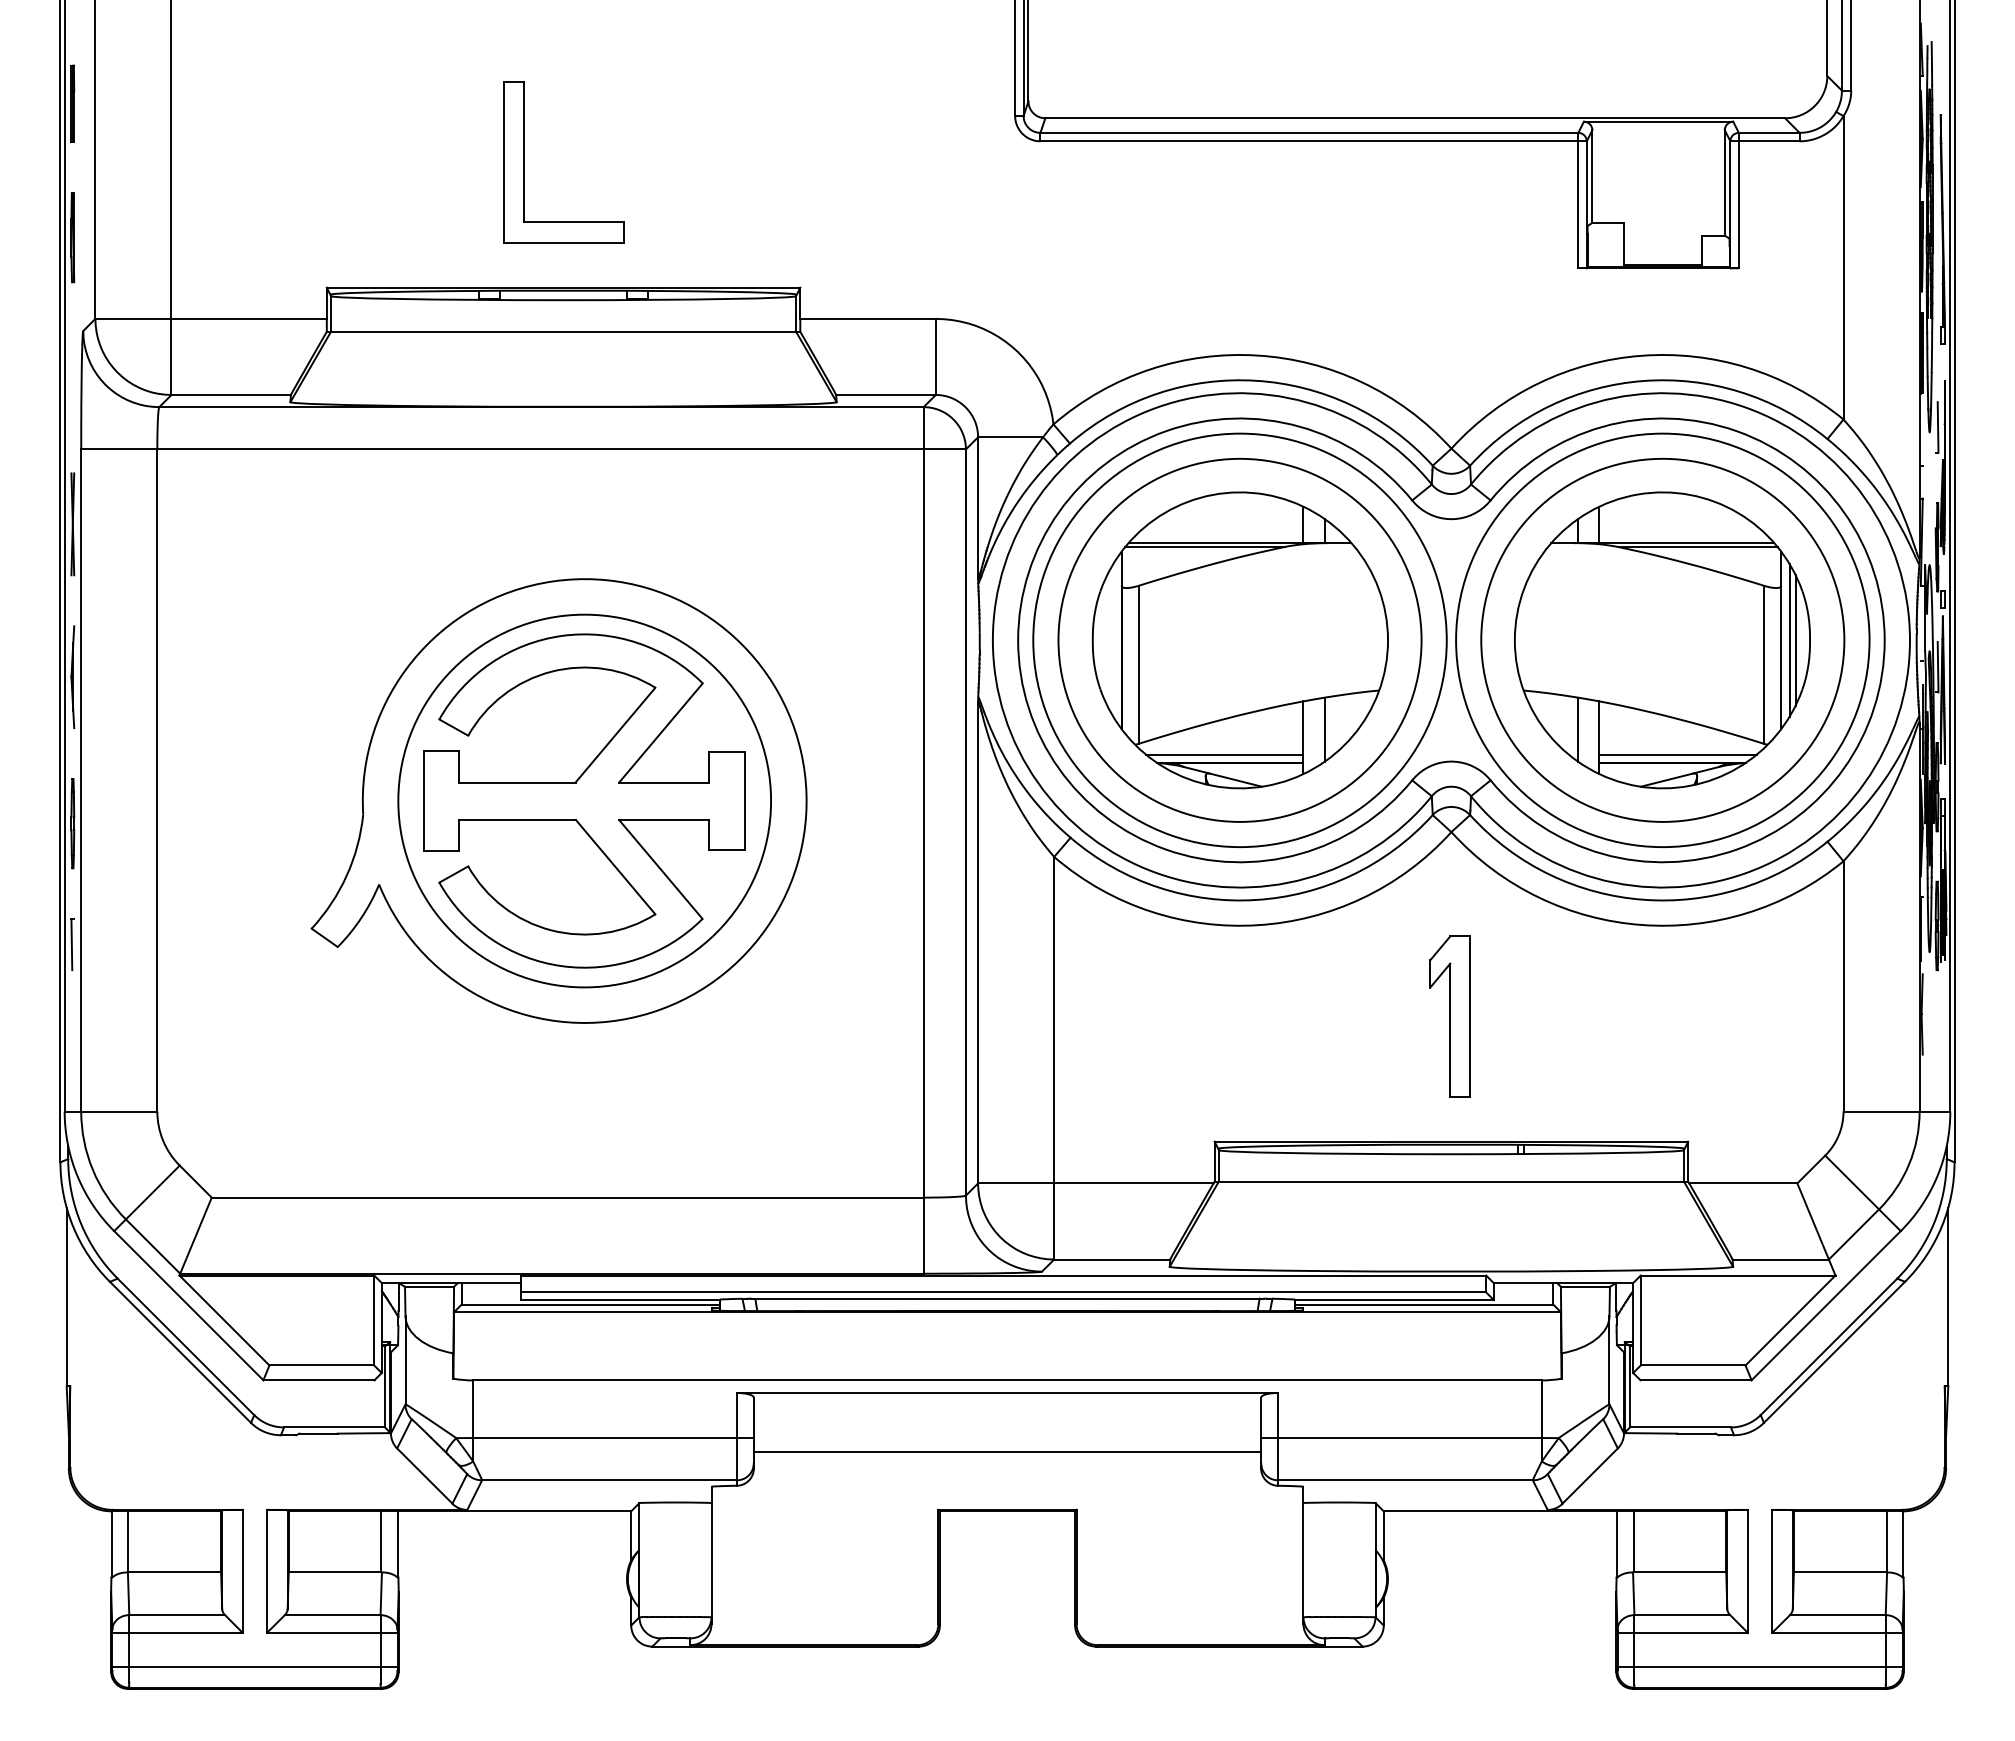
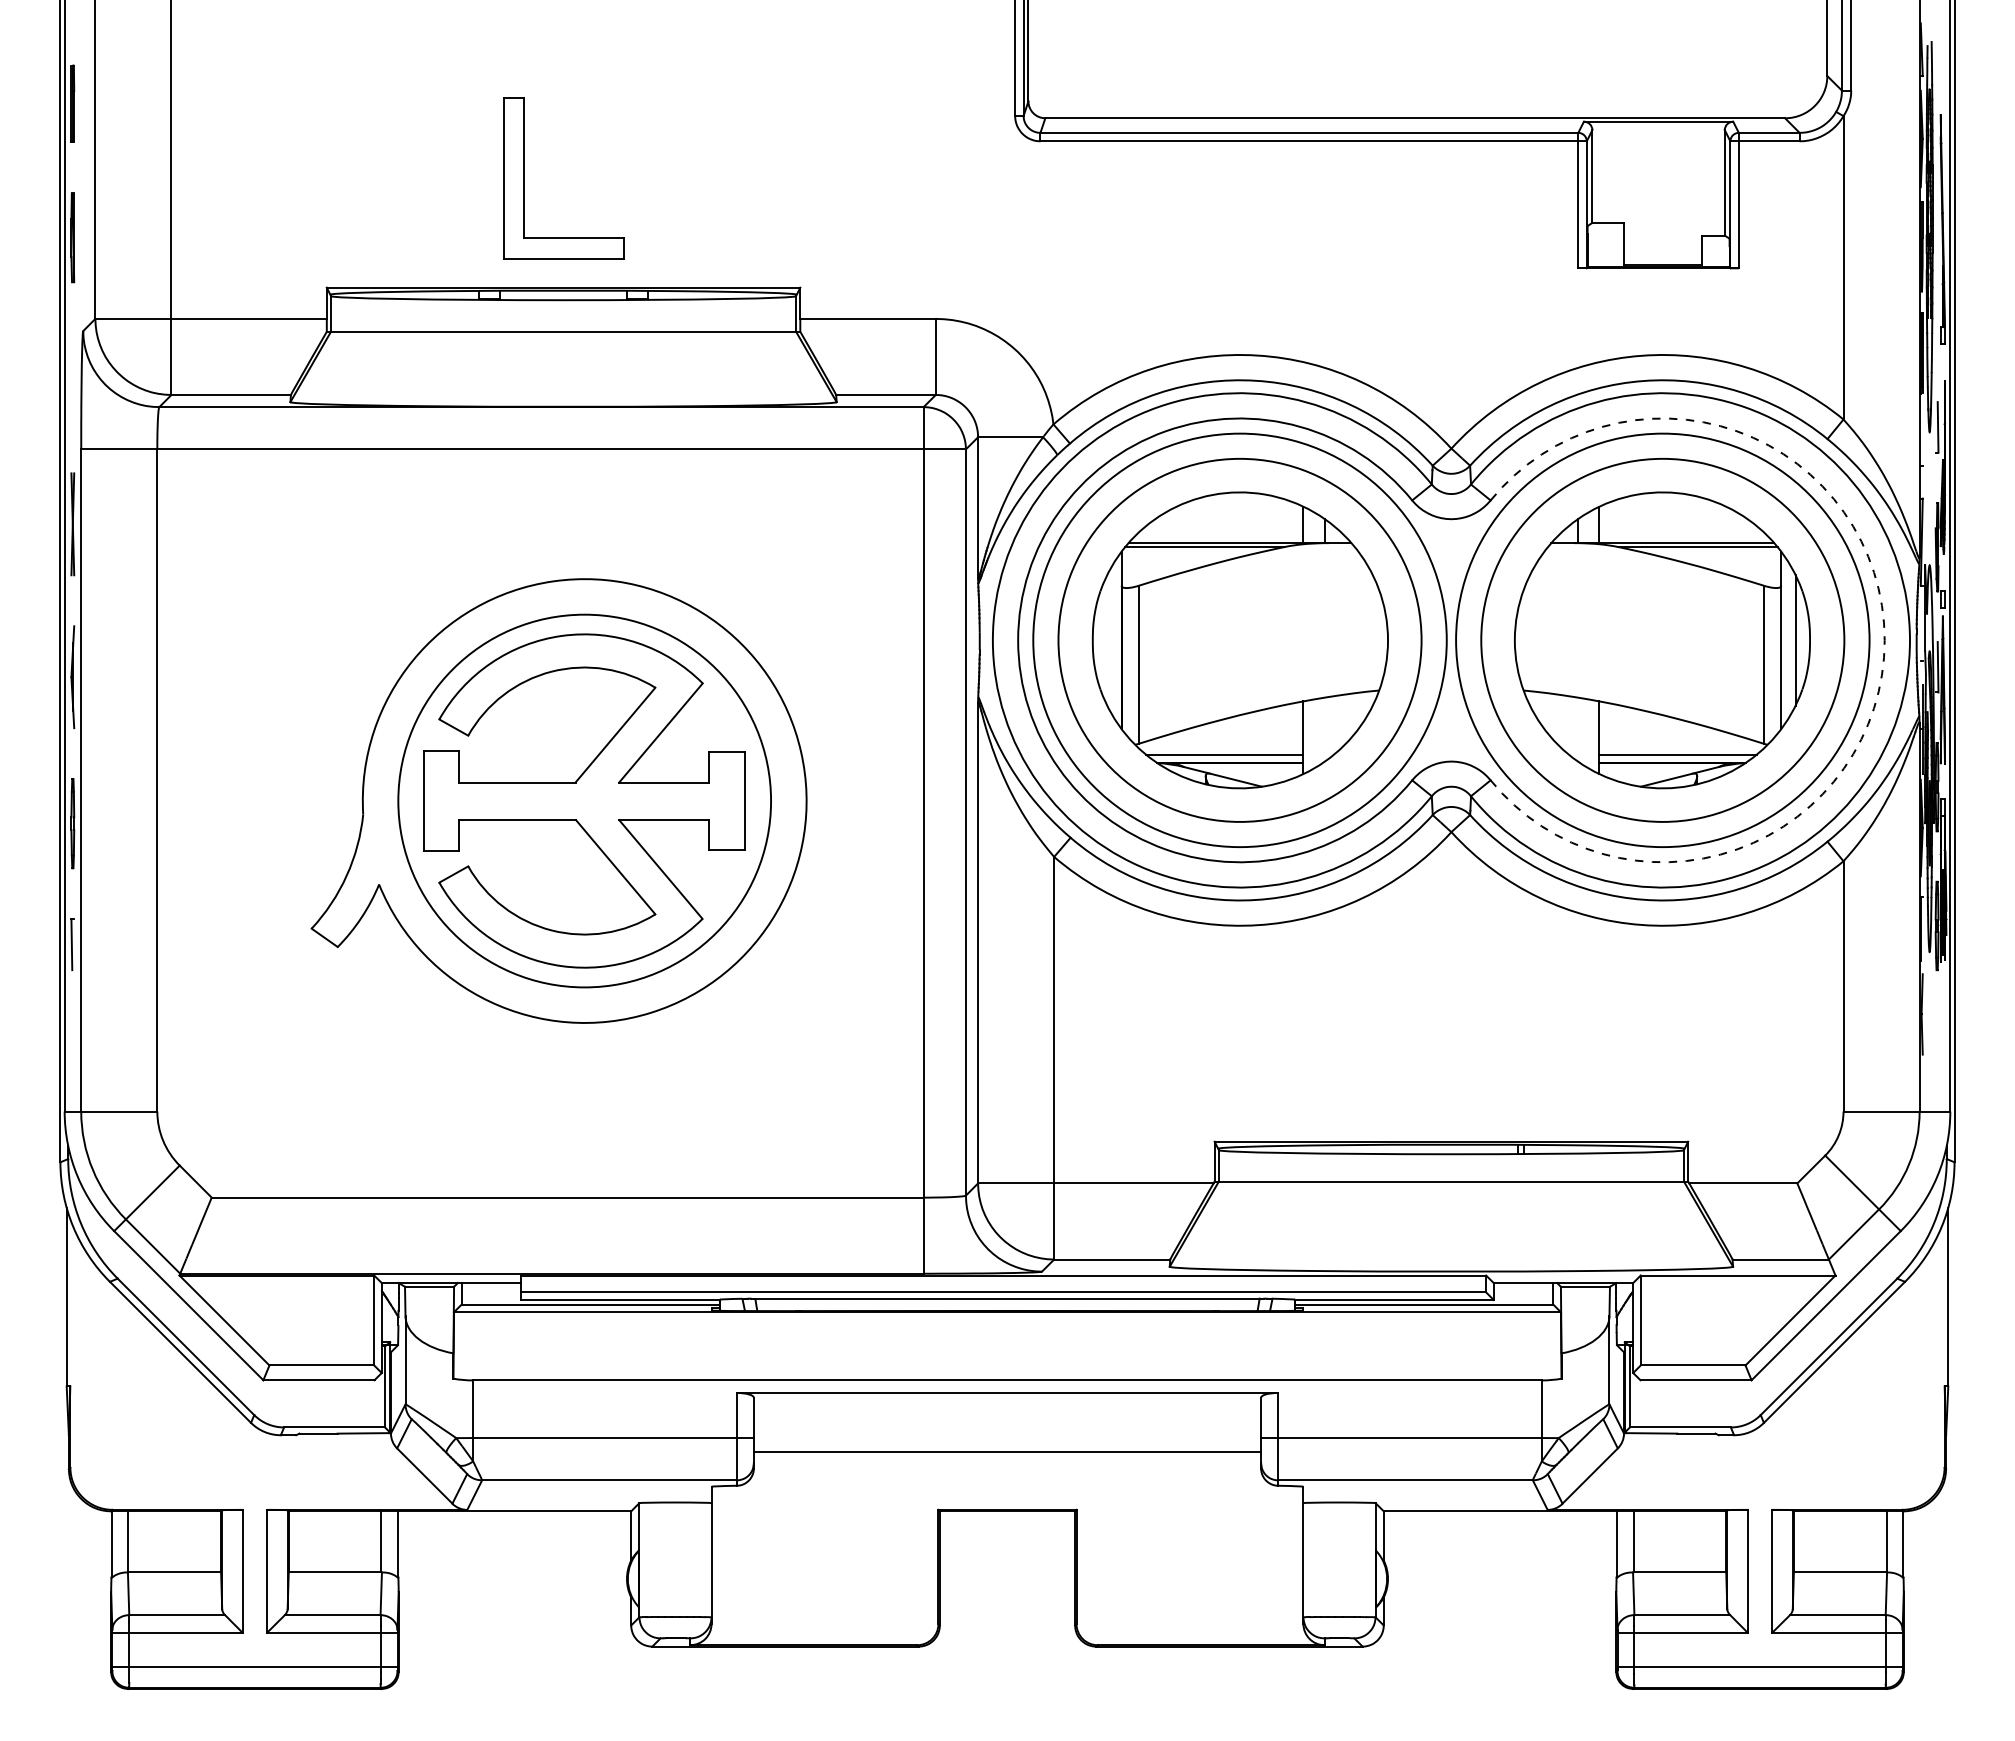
part at (524, 162) position: (524, 162) -> (524, 178)
line at (1789, 640): present -> none
arc at (1884, 640): solid -> dashed
line at (1324, 729): present -> none
line at (1578, 729): present -> none
part at (1449, 1016): present -> none
